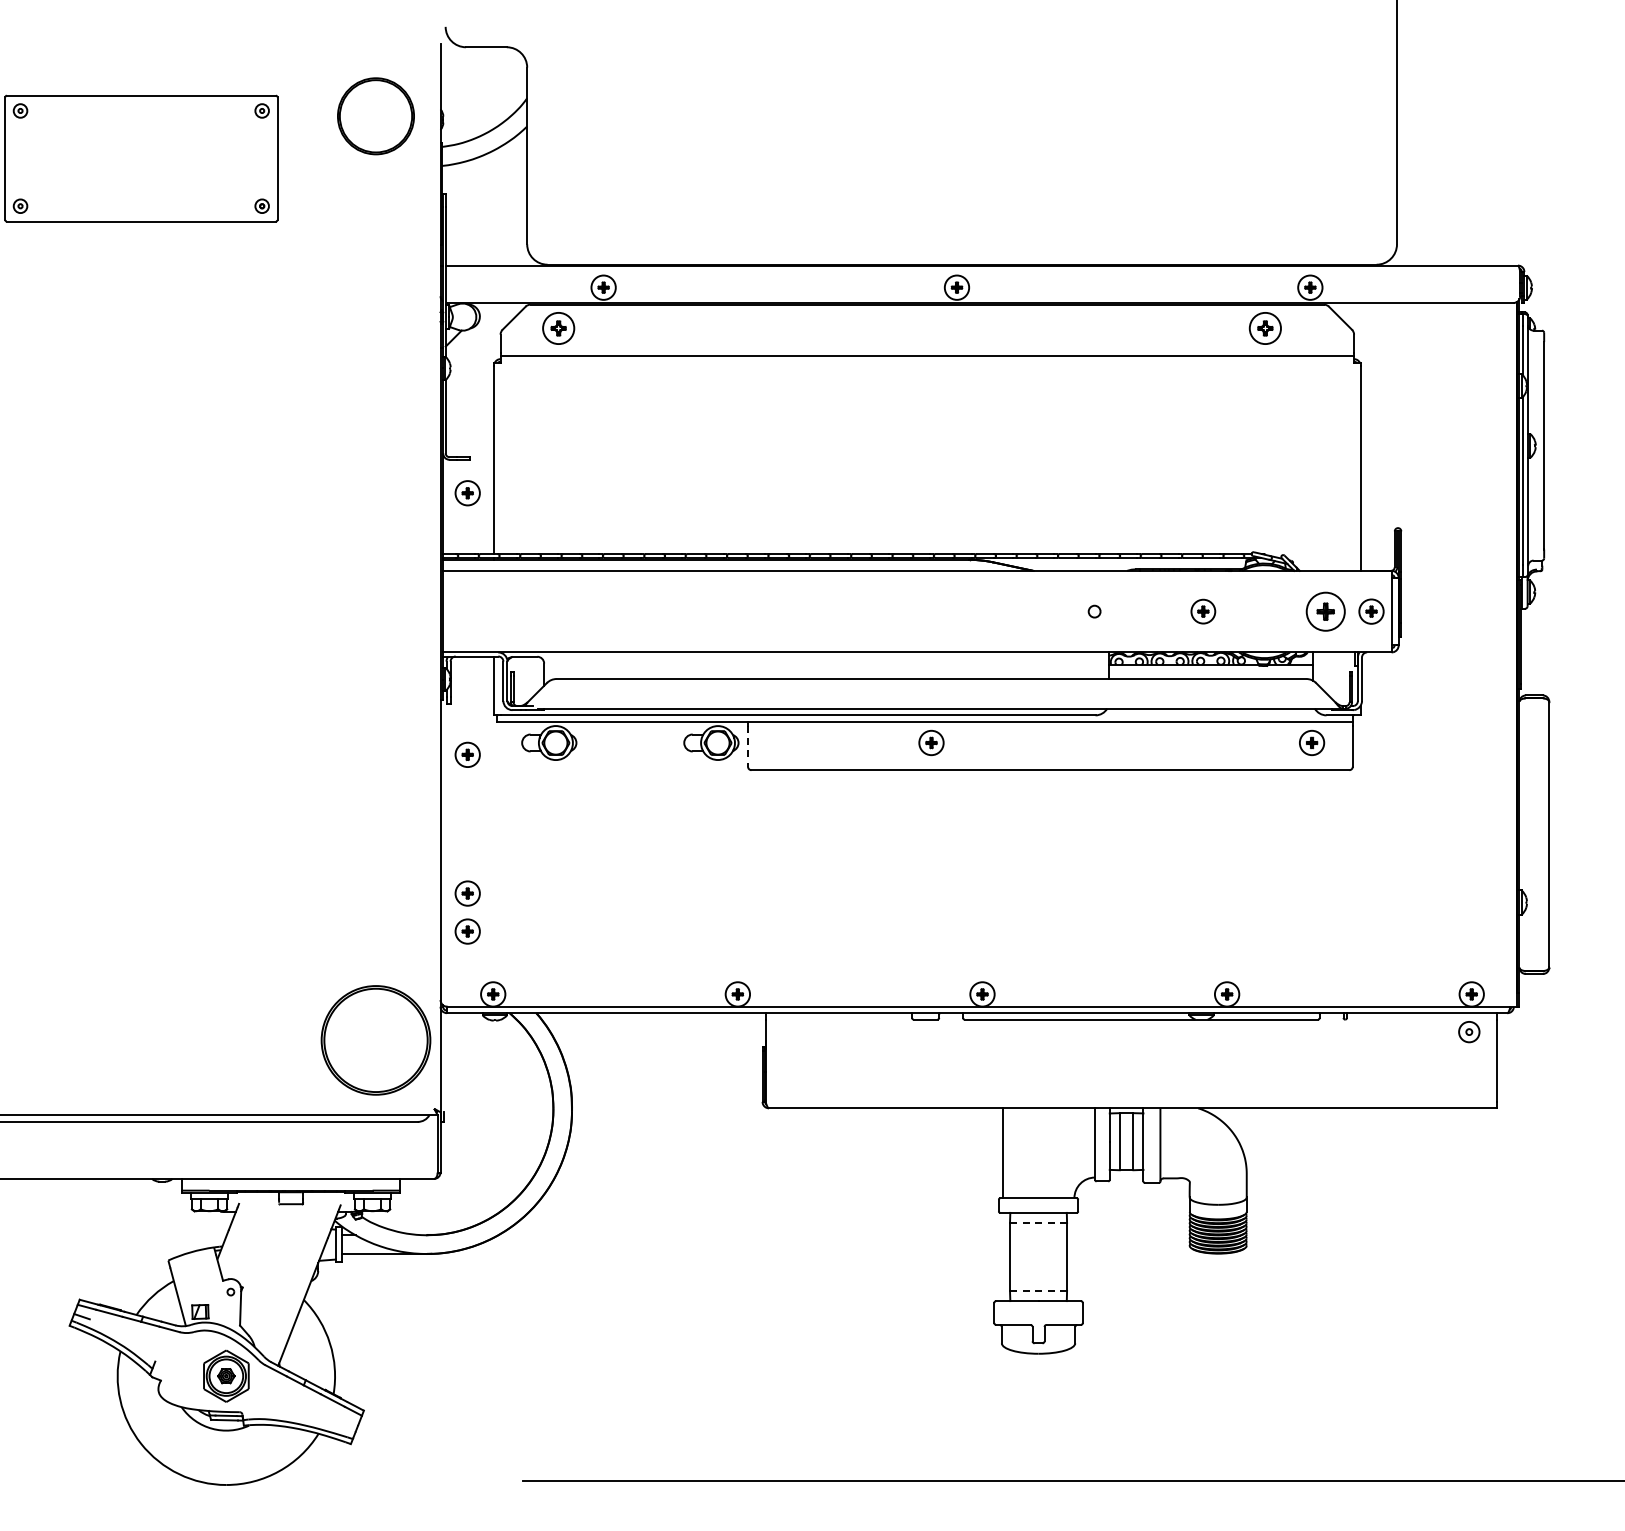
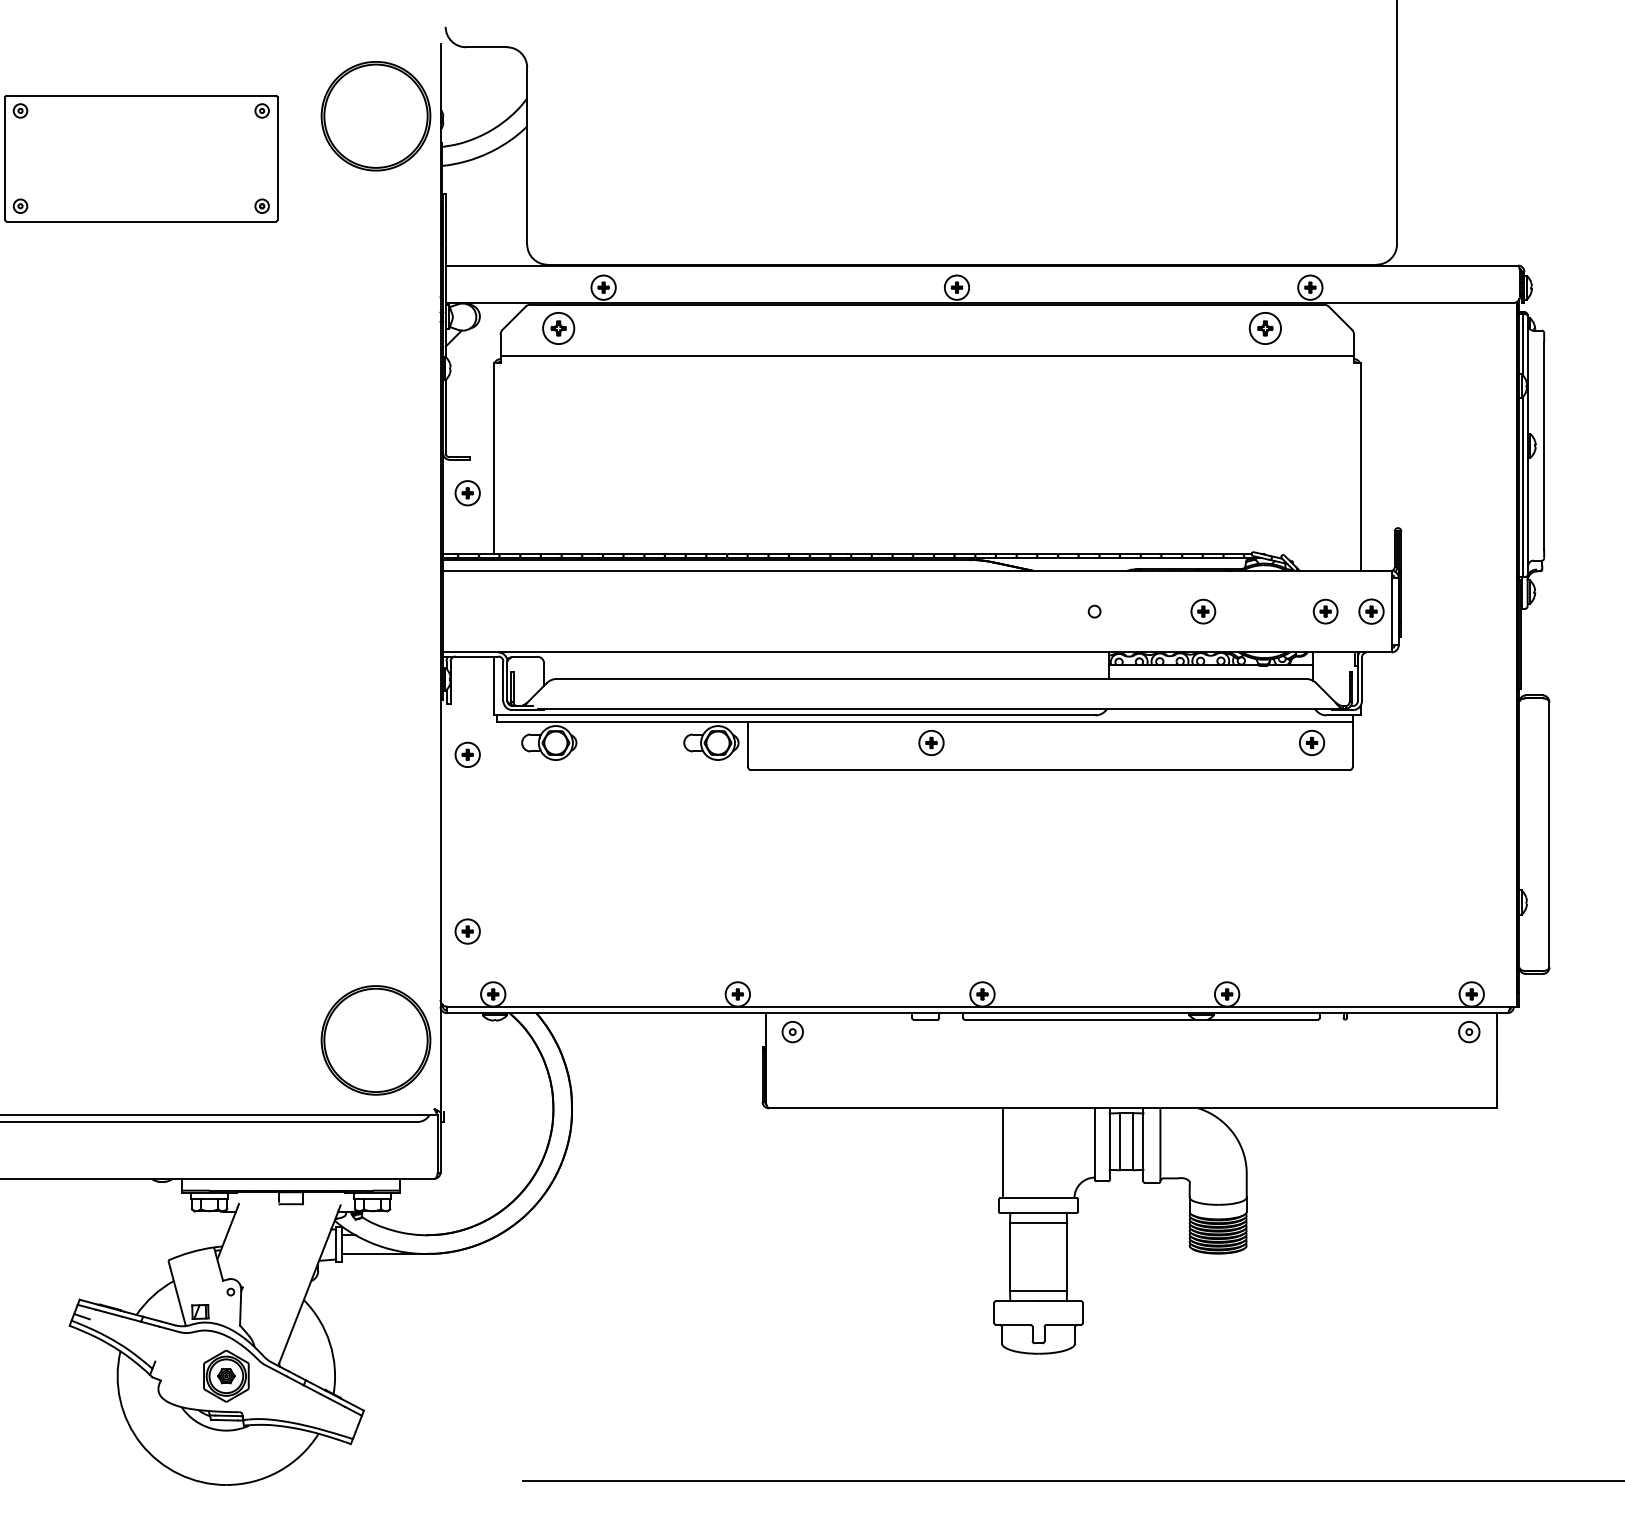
part at (375, 116) size: 78x79 px -> 112x111 px
part at (1325, 611) size: 41x41 px -> 27x27 px
line at (748, 746): dashed -> solid
part at (467, 893): present -> none
part at (792, 1032): none -> present
line at (1038, 1223): dashed -> solid
line at (1038, 1290): dashed -> solid
